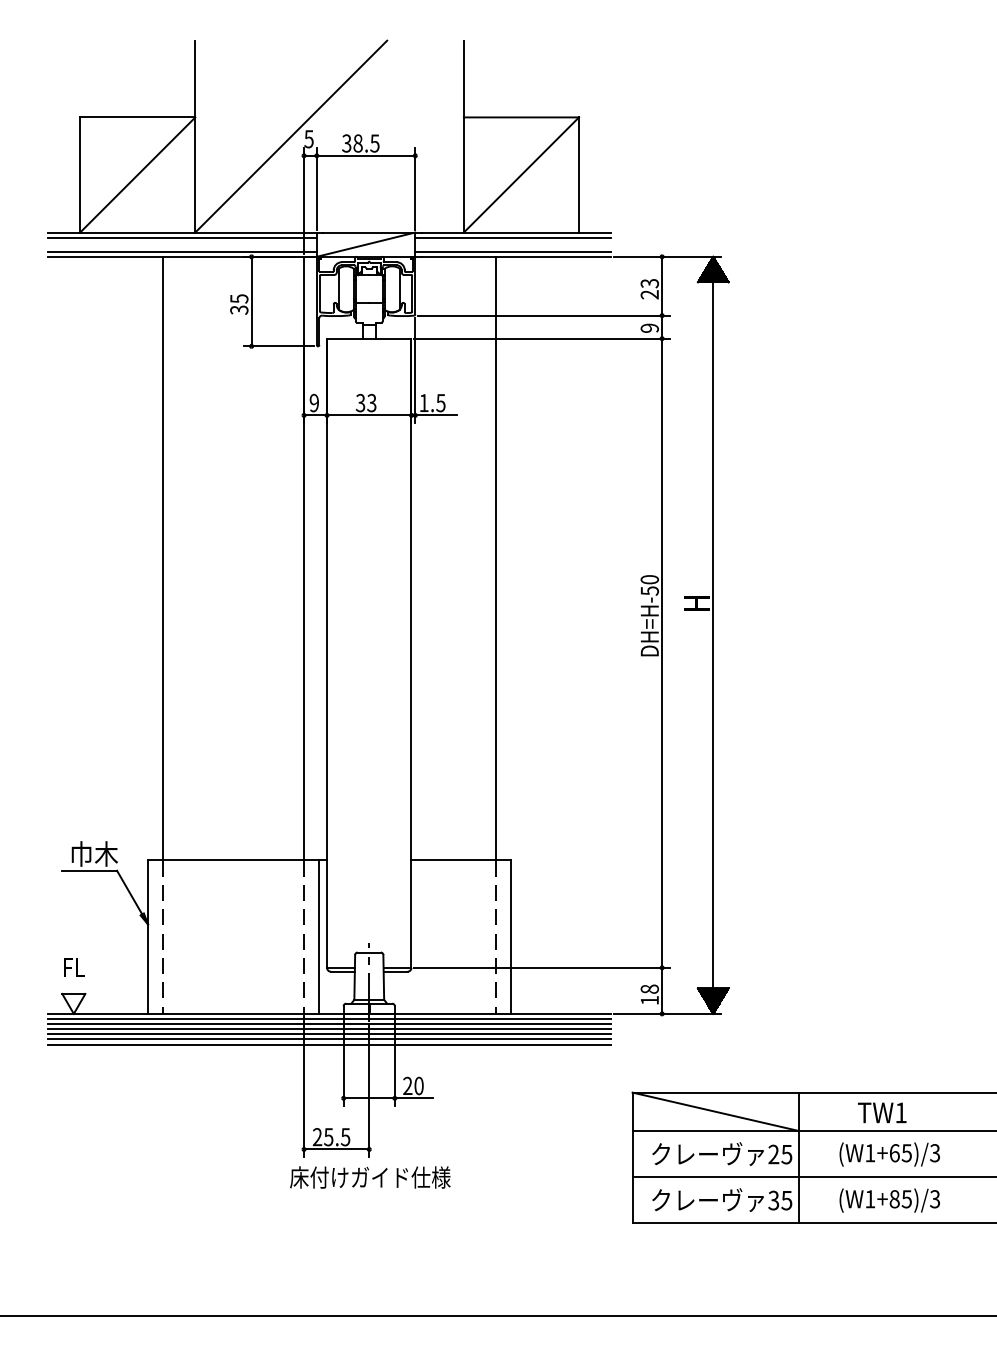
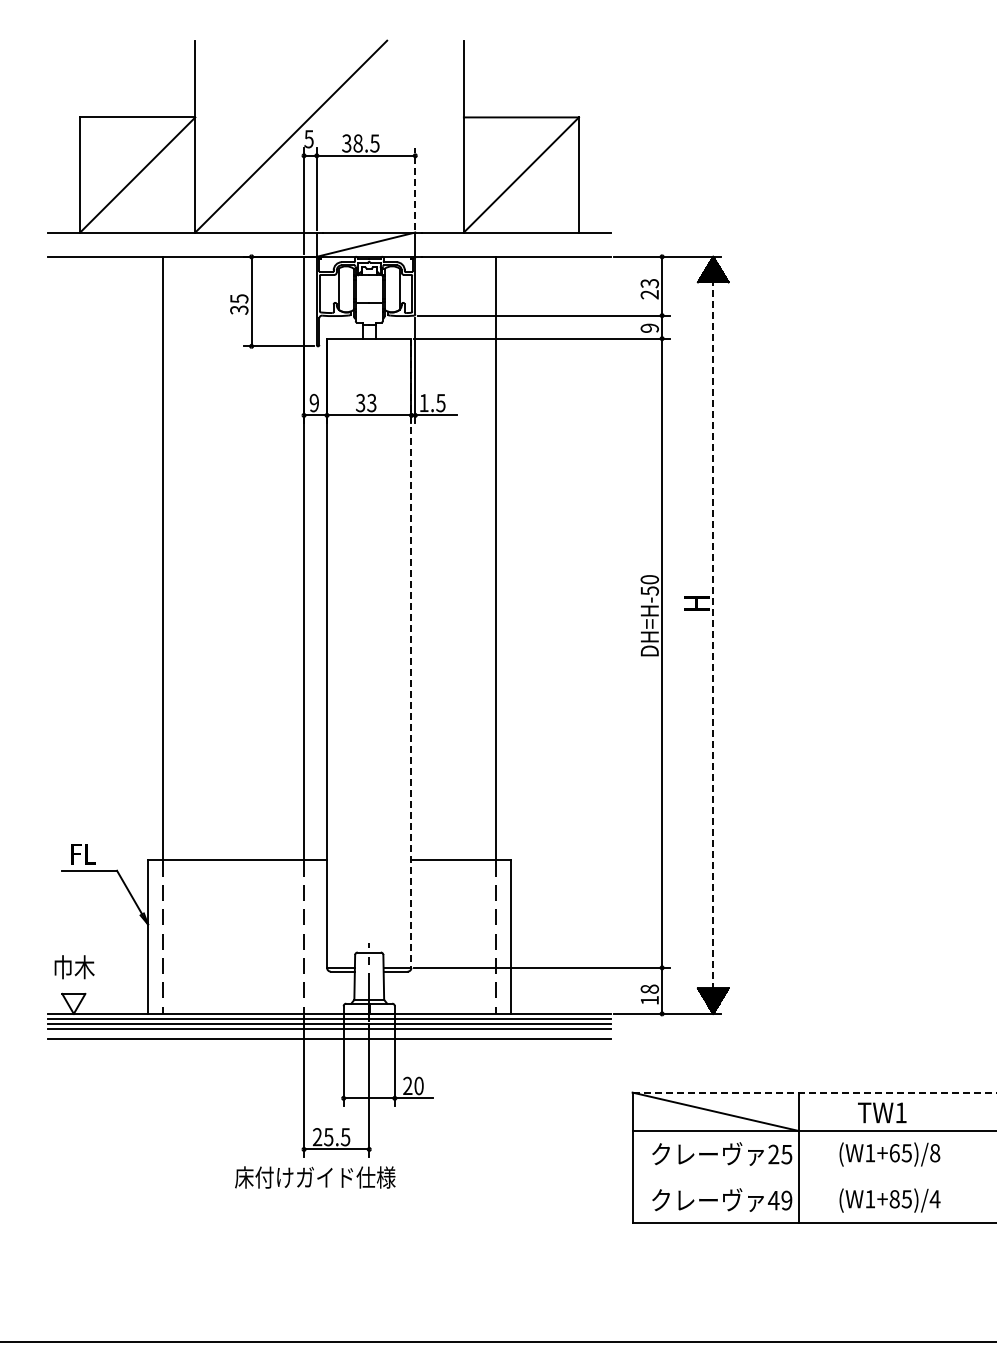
line at (415, 189): solid -> dashed
line at (182, 237): present -> none
line at (512, 237): present -> none
line at (182, 251): present -> none
line at (512, 251): present -> none
line at (713, 635): solid -> dashed
line at (411, 653): solid -> dashed
text at (94, 853): 巾木 -> FL
line at (319, 936): present -> none
text at (74, 967): FL -> 巾木
line at (329, 1034): present -> none
line at (329, 1044): present -> none
line at (814, 1092): solid -> dashed
text at (935, 1153): (W1+65)/3 -> (W1+65)/8
text at (370, 1177) position: (370, 1177) -> (315, 1177)
line at (812, 1177): present -> none
text at (934, 1199): (W1+85)/3 -> (W1+85)/4
text at (779, 1200): 35 -> 49
line at (497, 1316) position: (497, 1316) -> (497, 1342)
